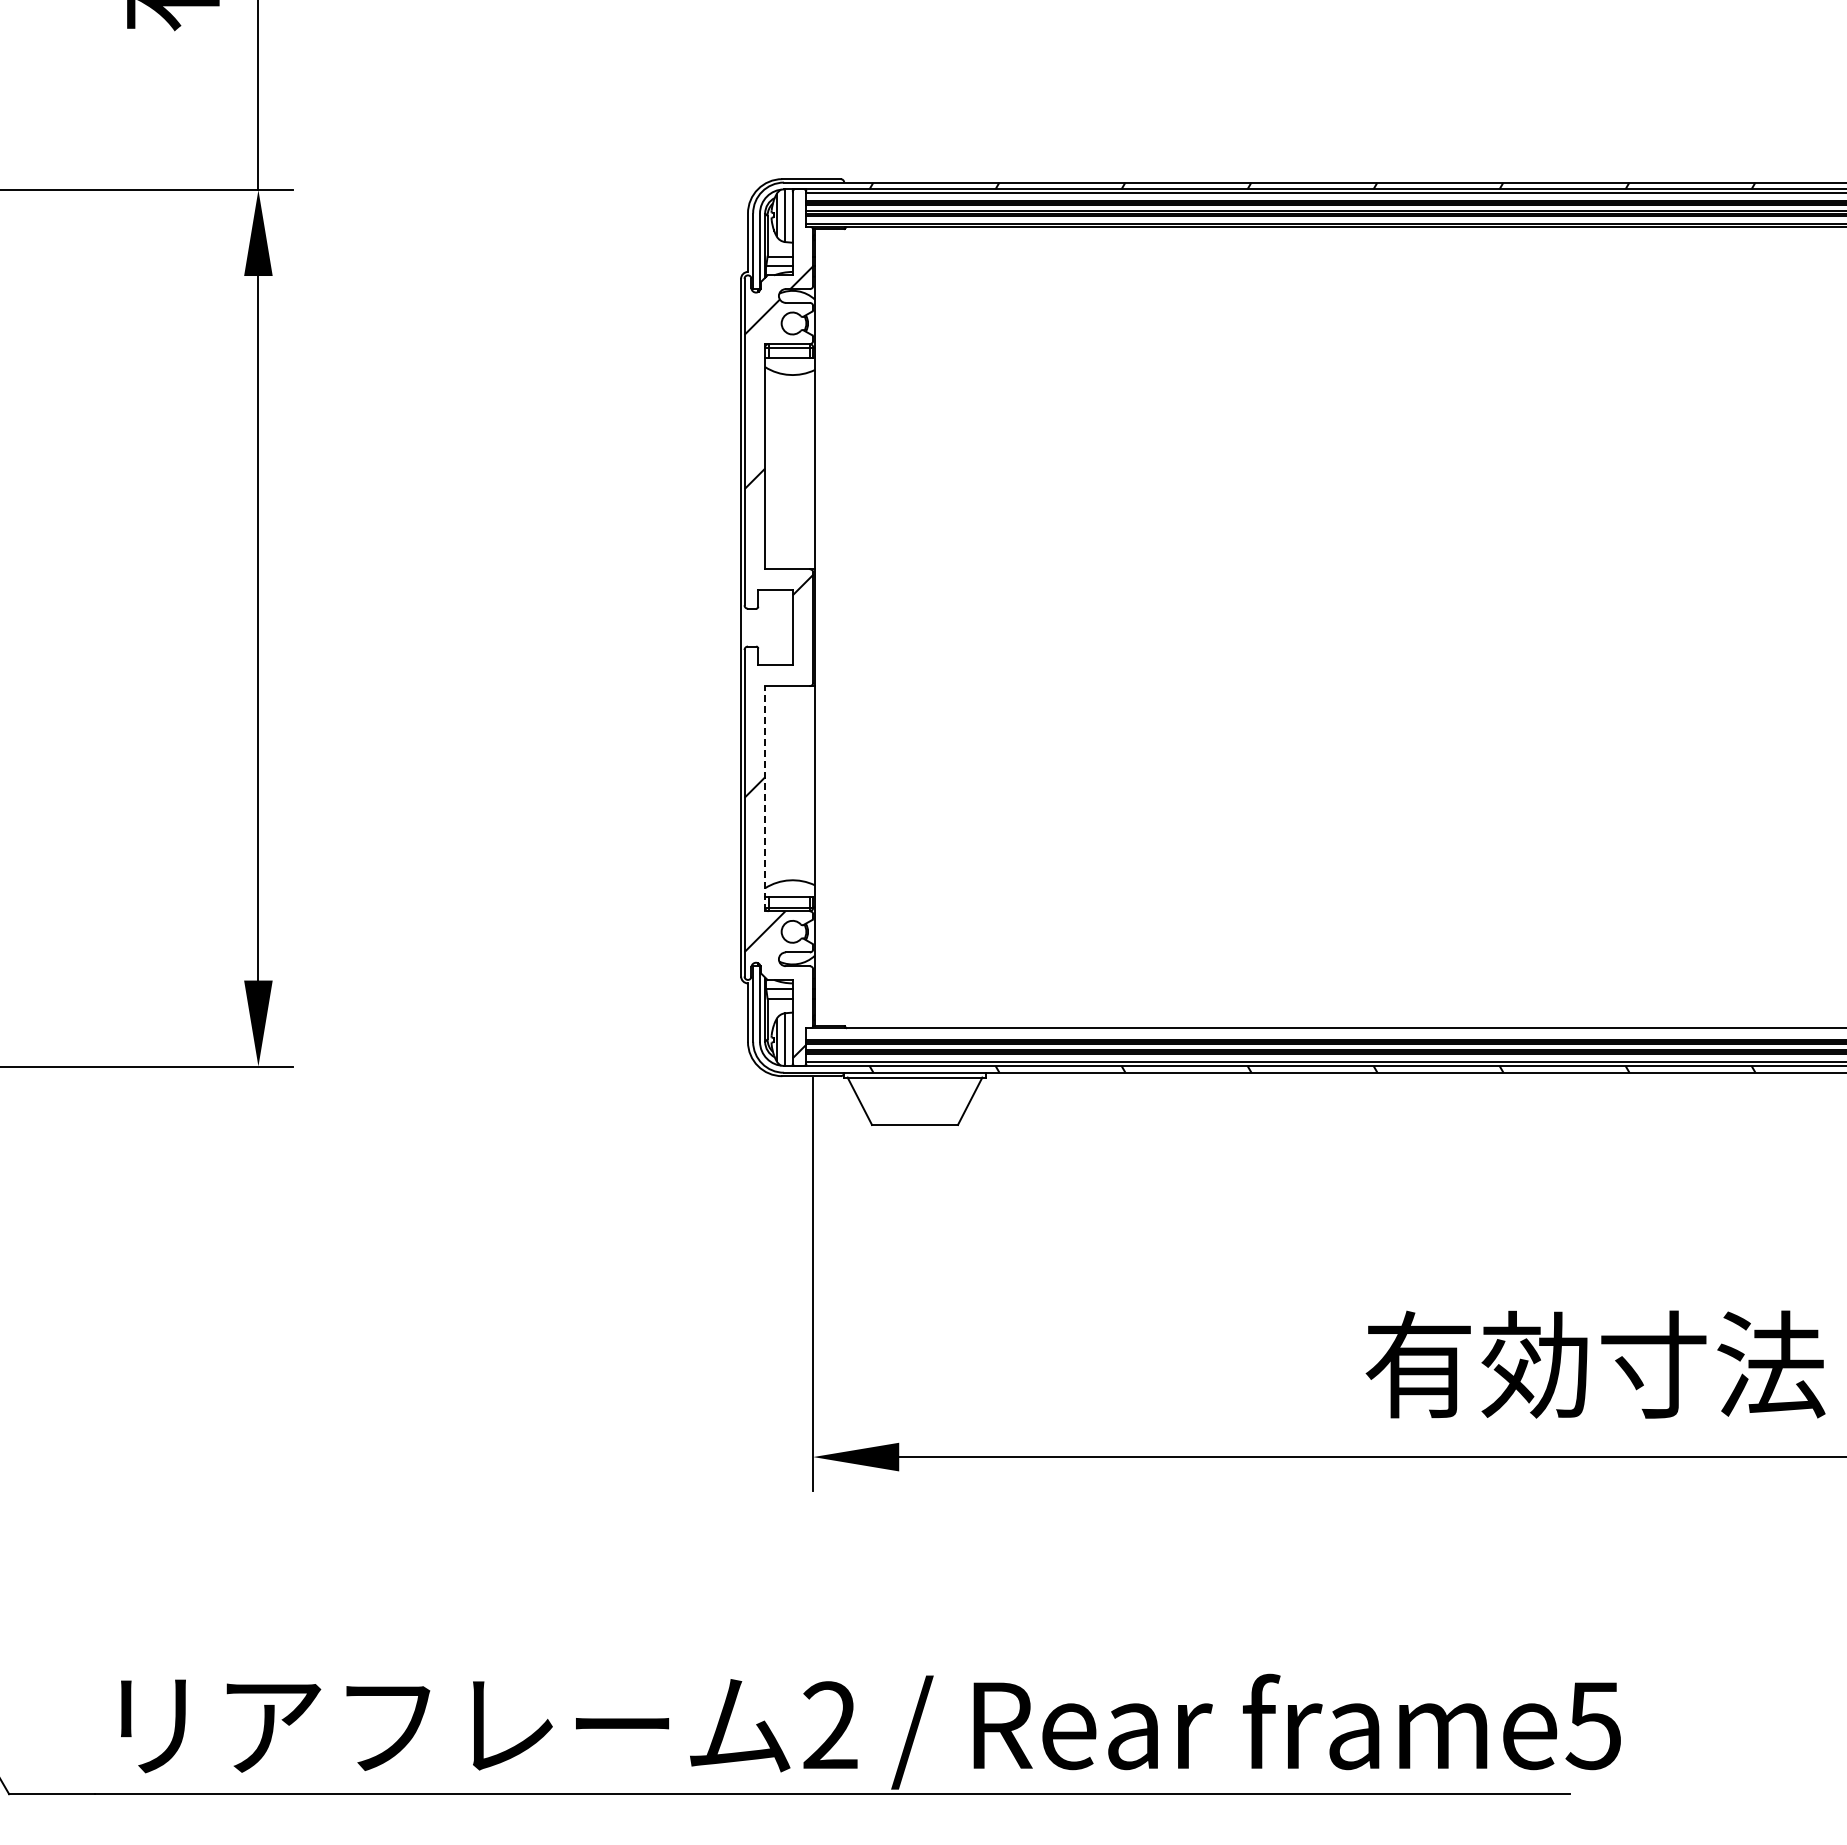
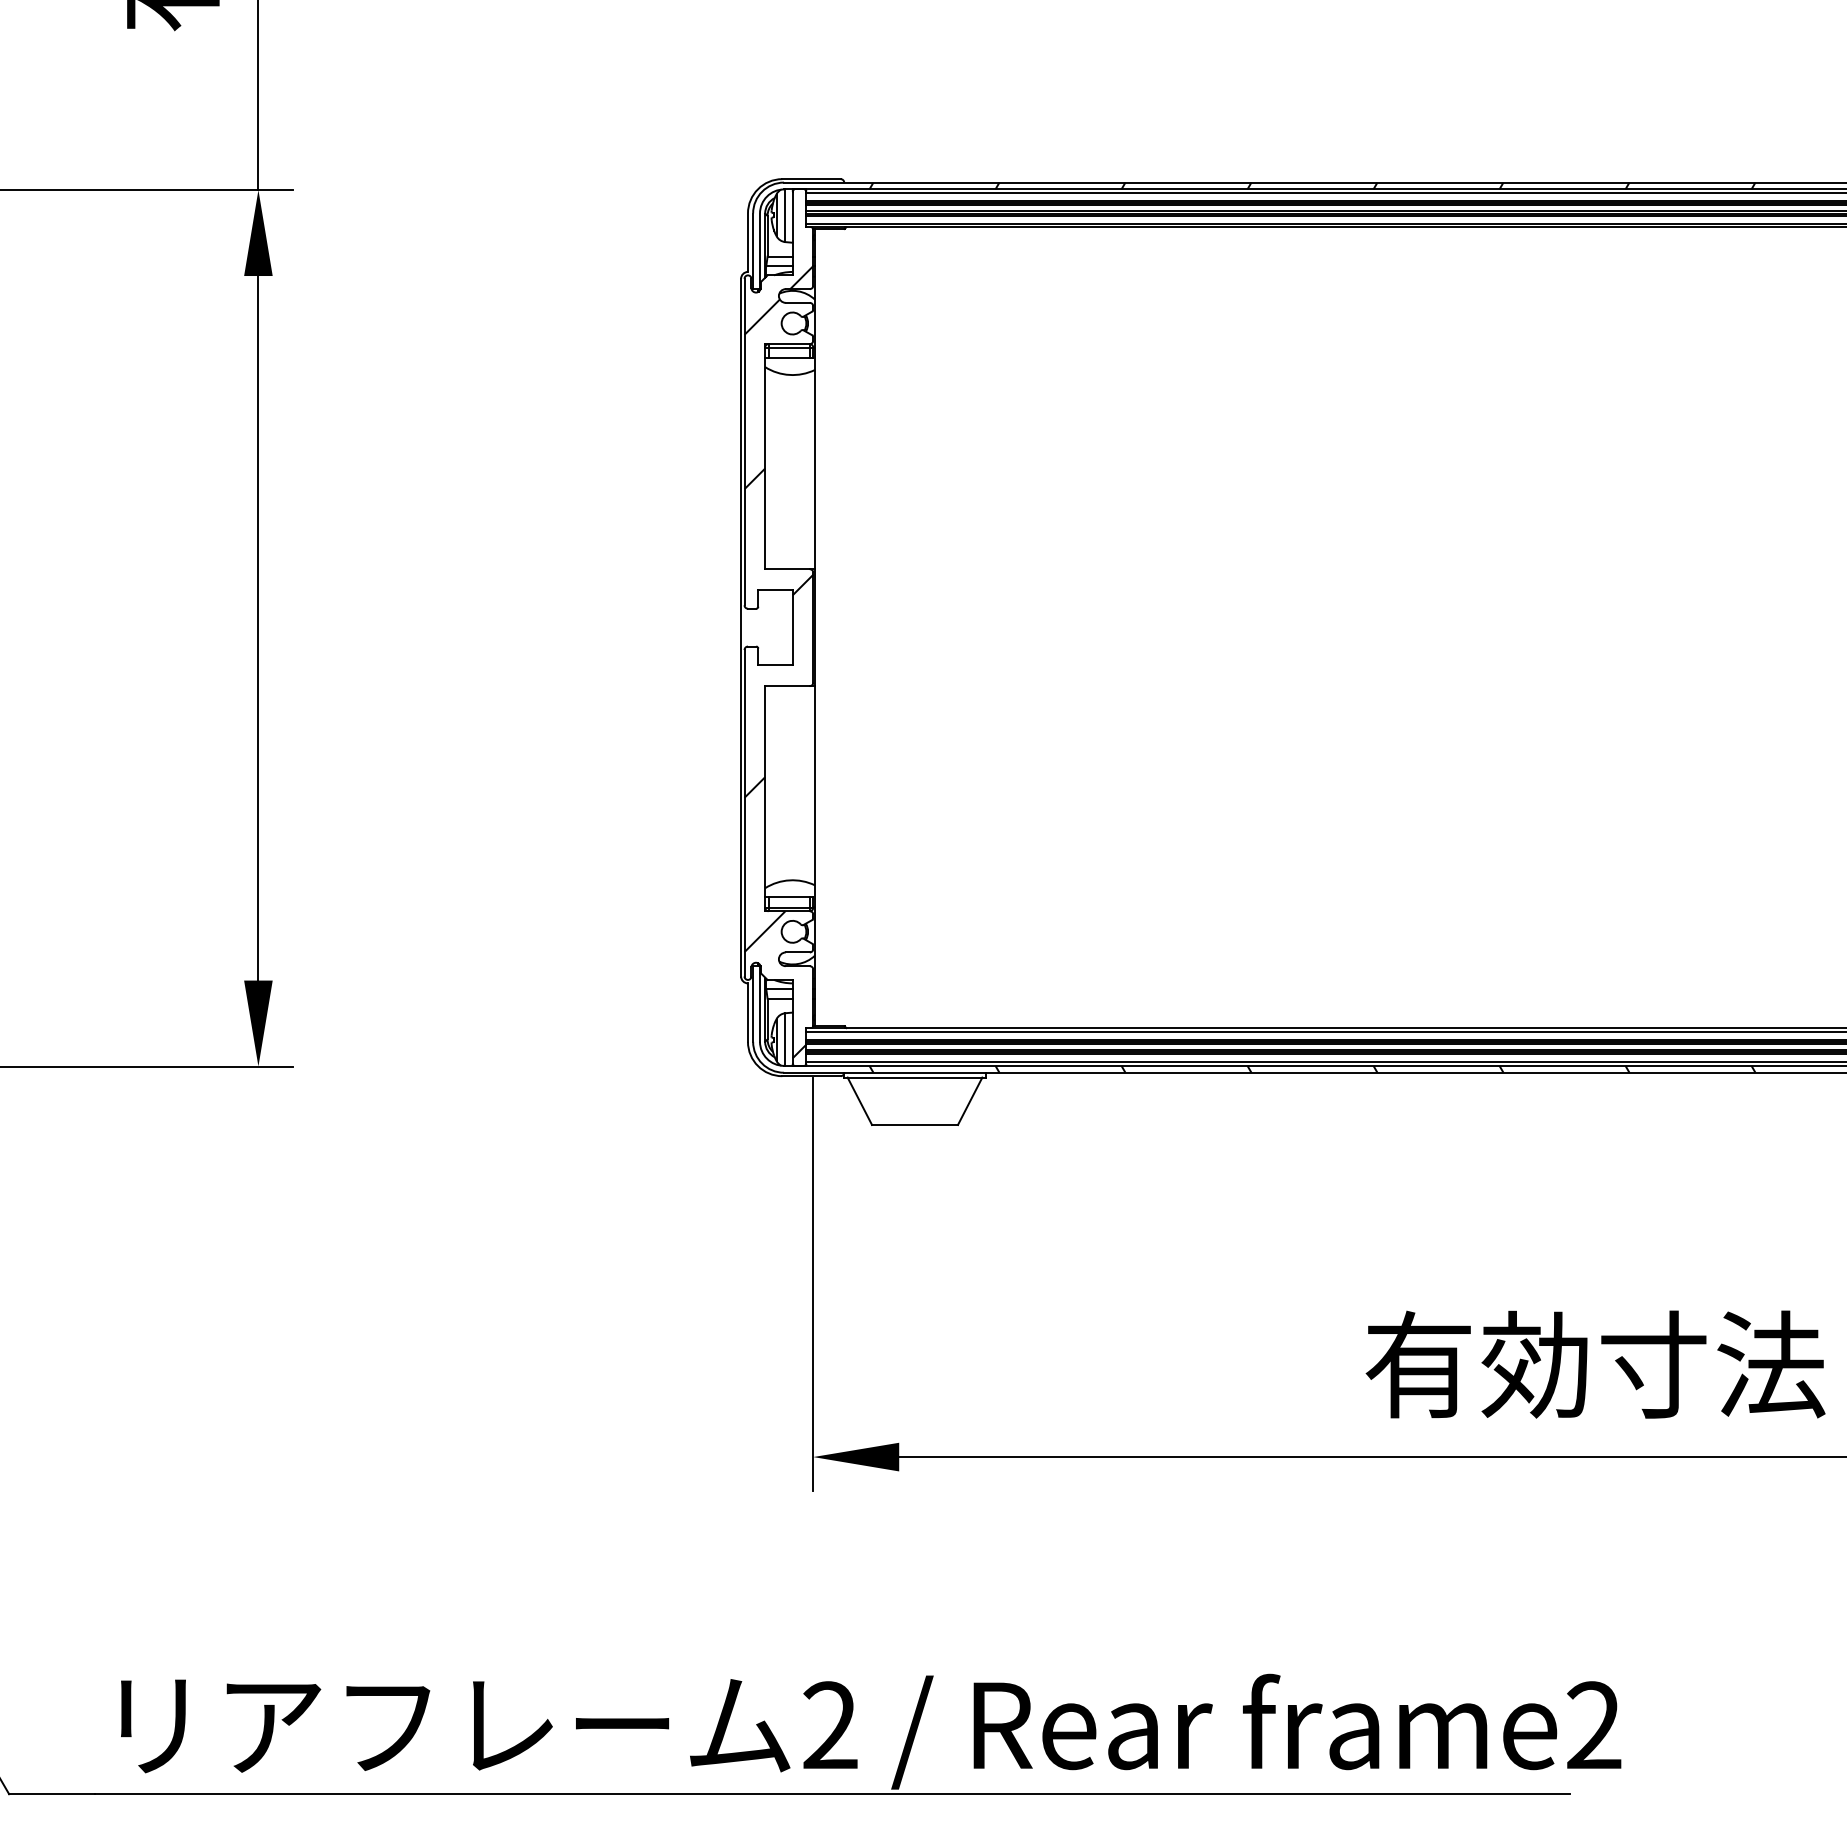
line at (765, 798): dashed -> solid
line at (1324, 1031): none -> present
text at (1593, 1725): frame5 -> frame2
